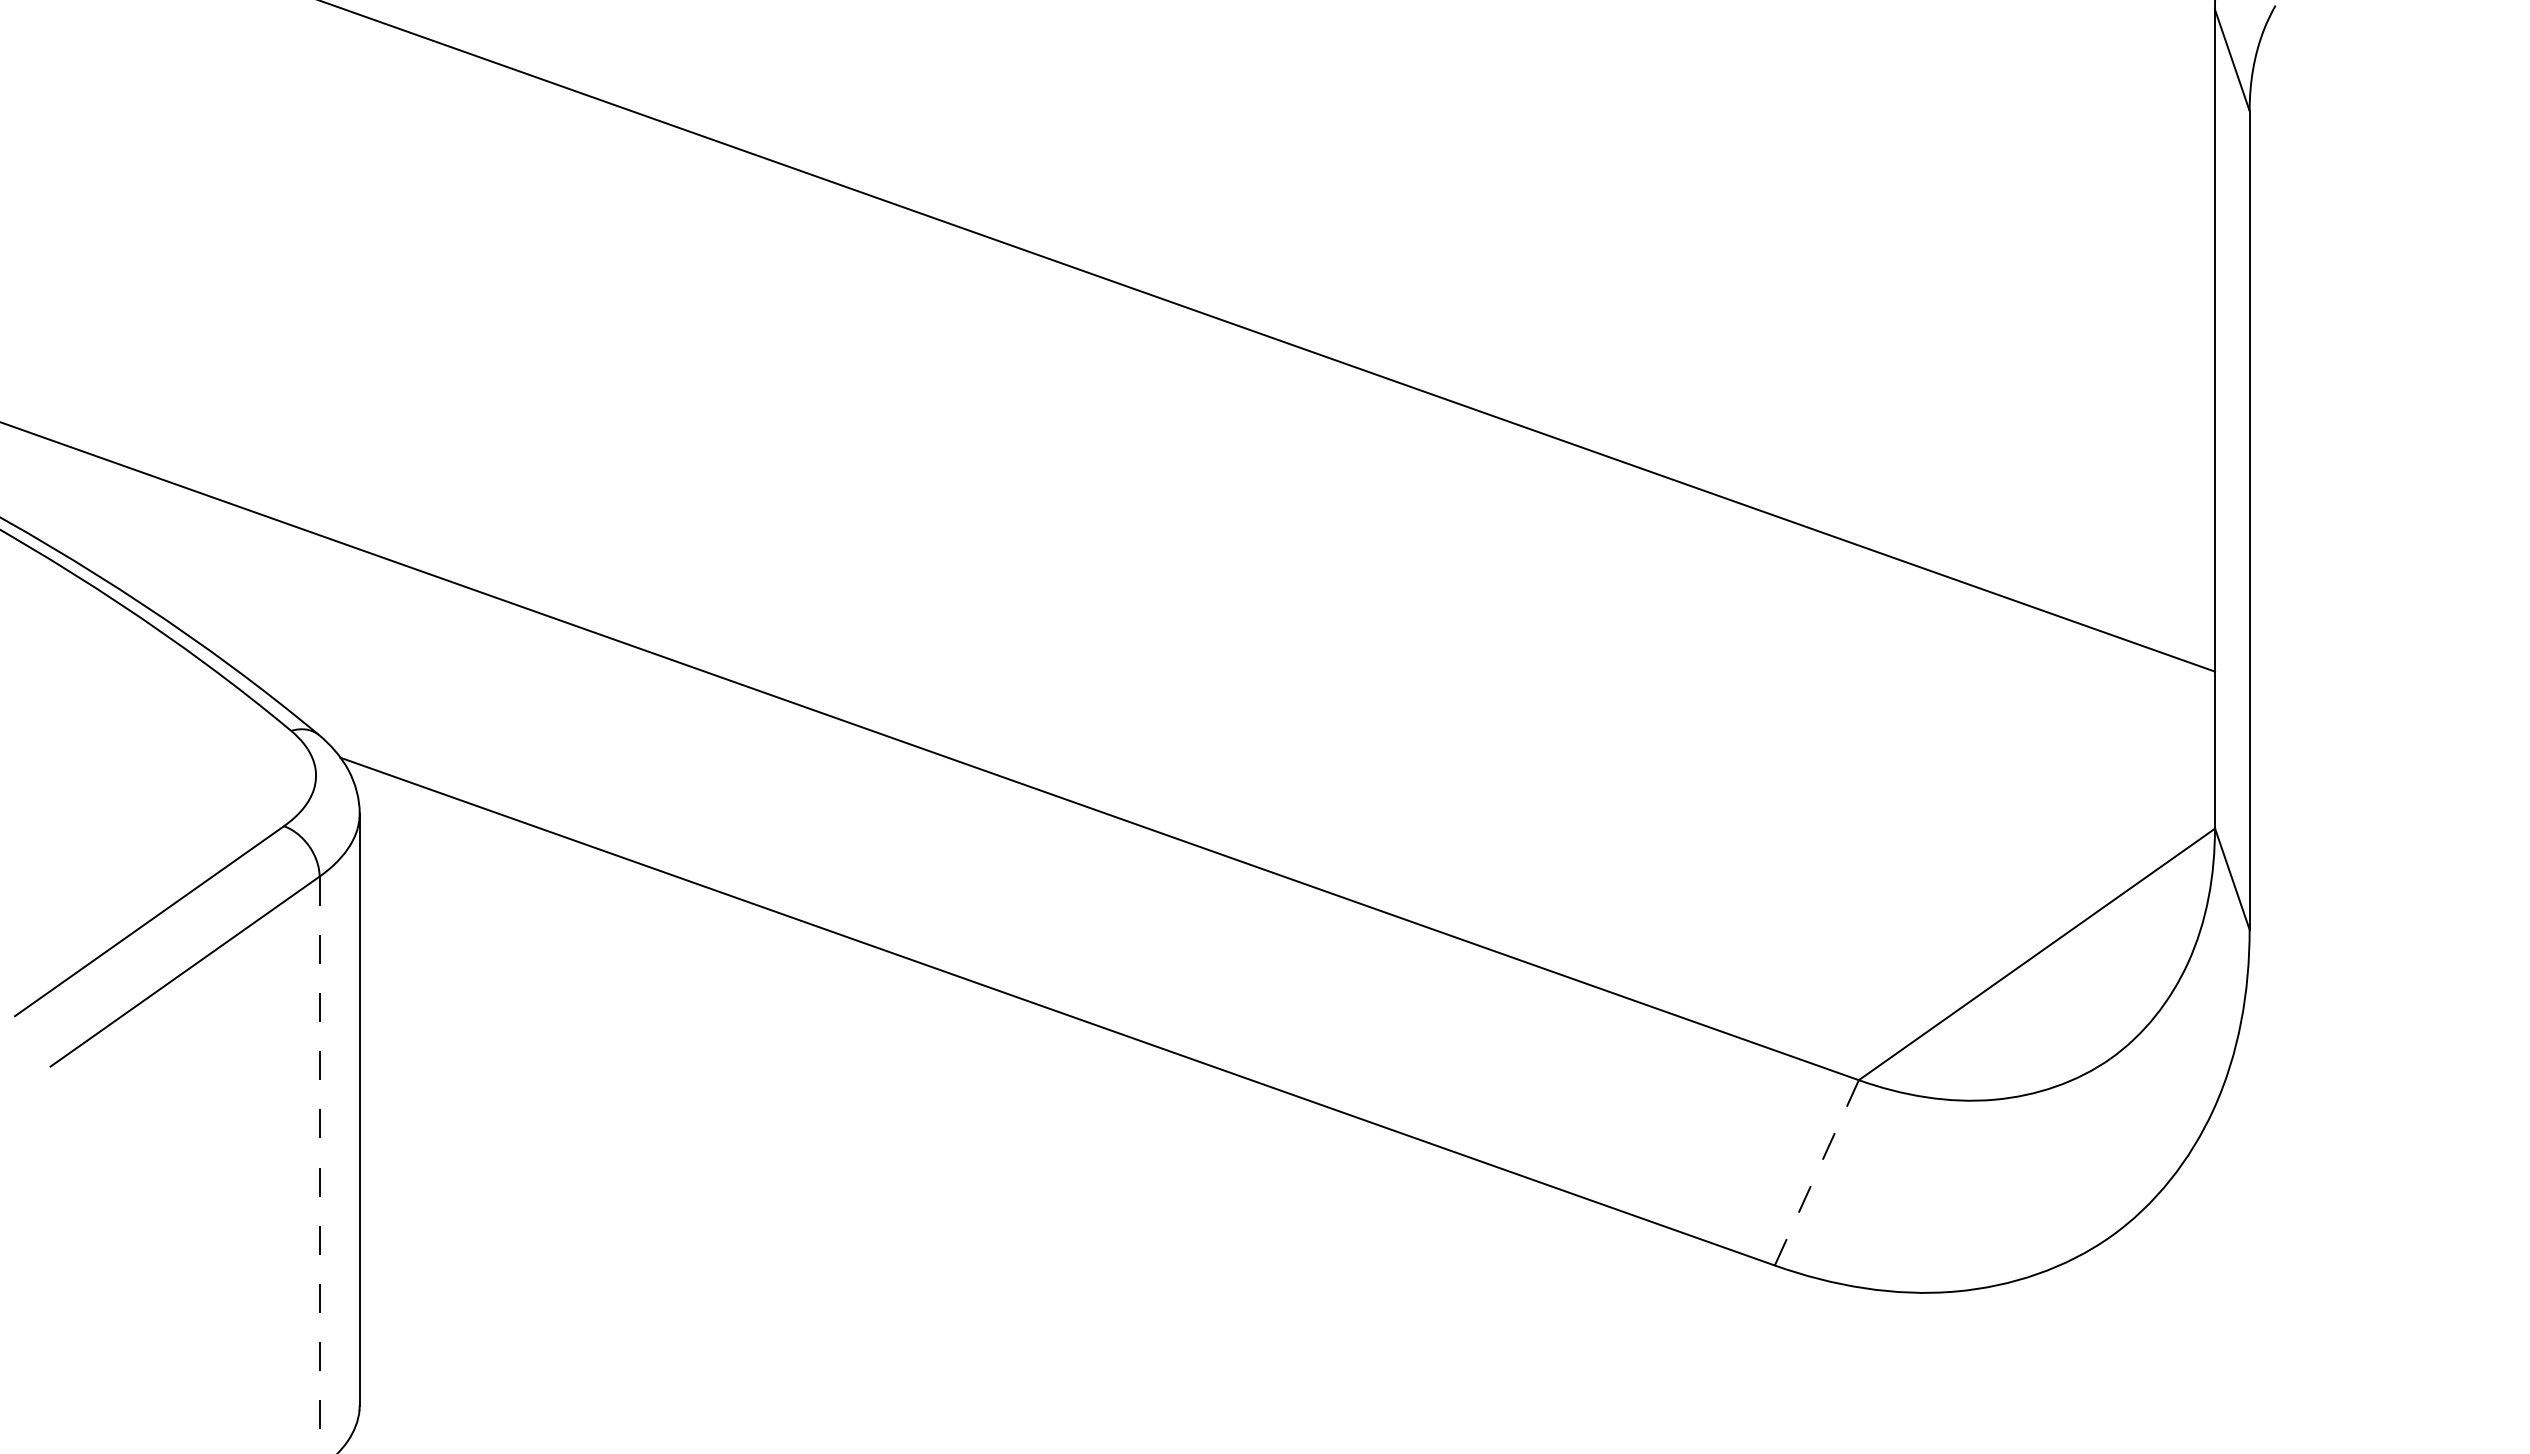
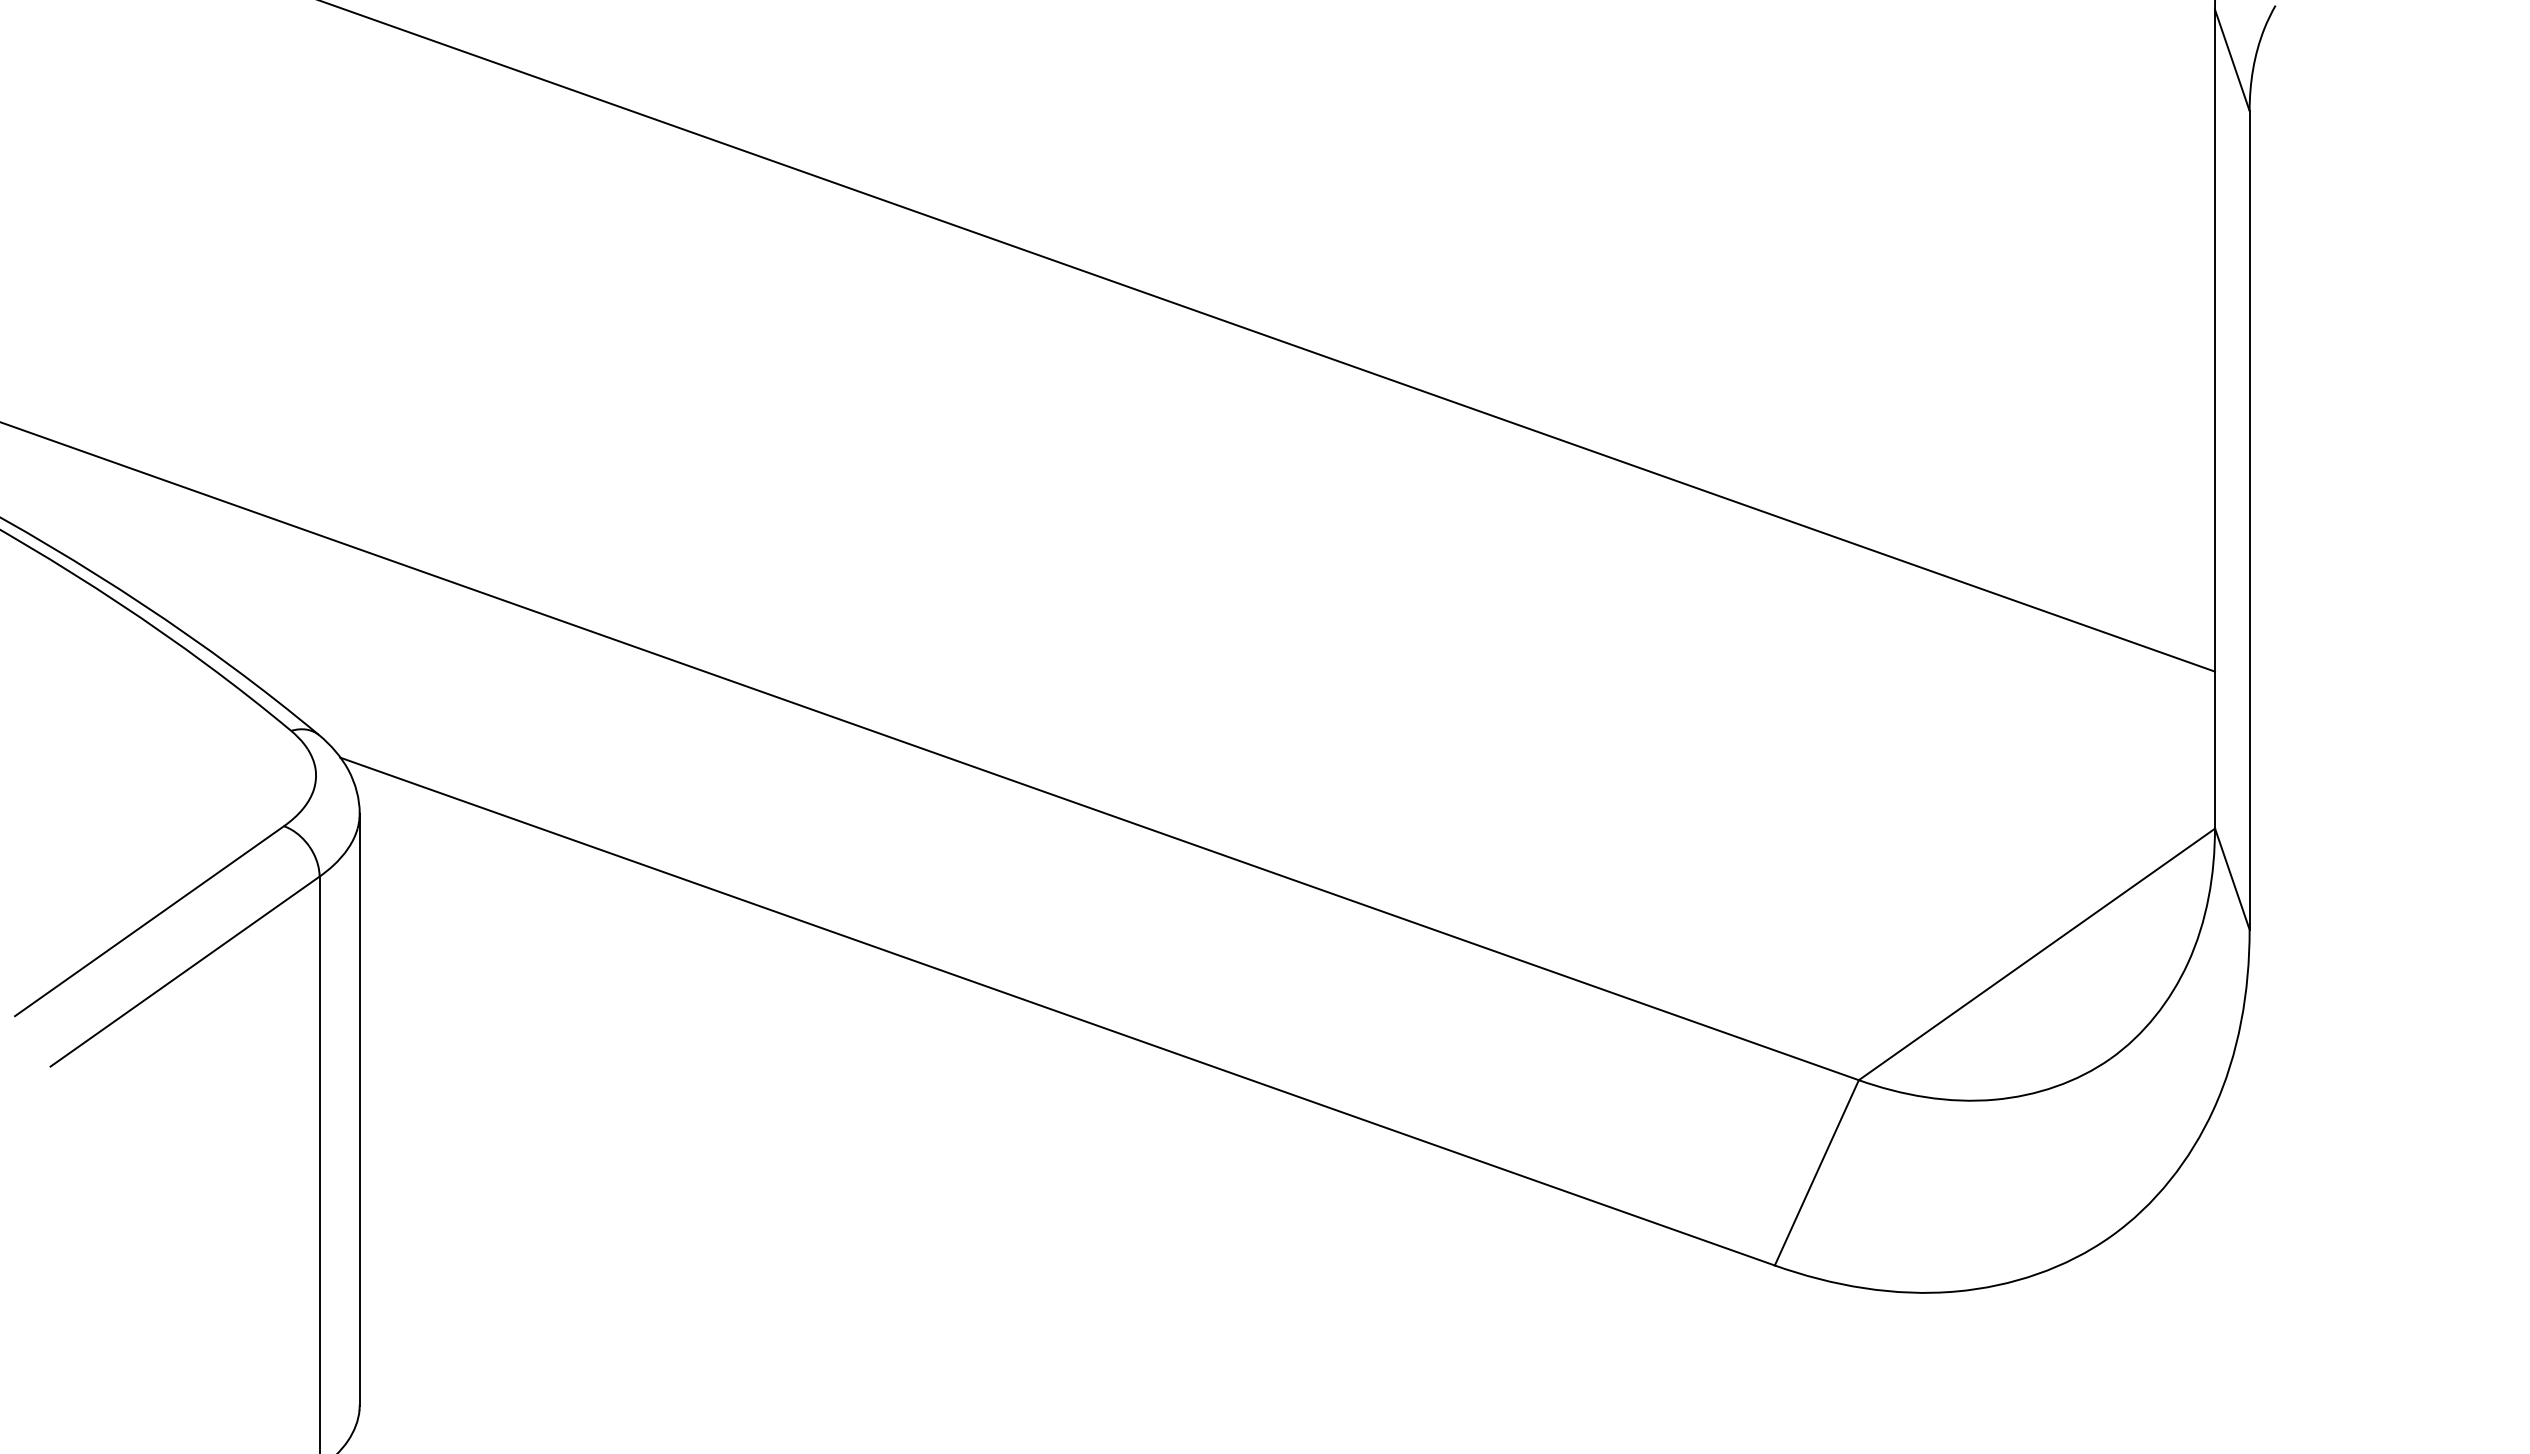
line at (319, 1165): dashed -> solid
line at (1816, 1172): dashed -> solid
